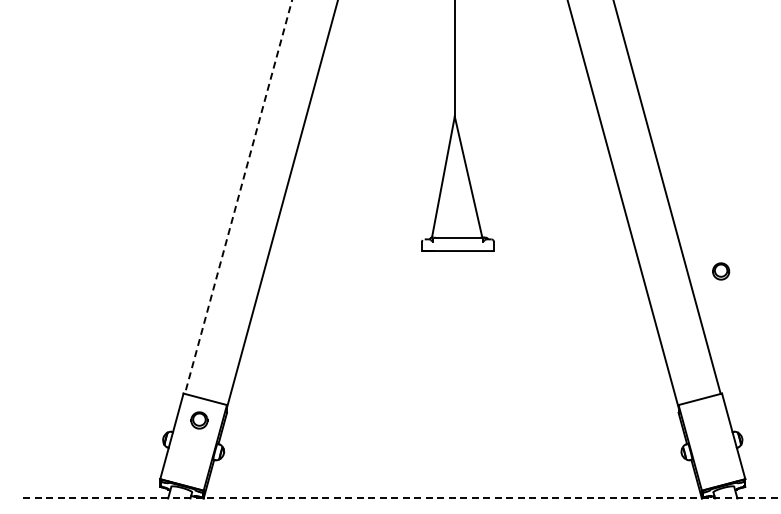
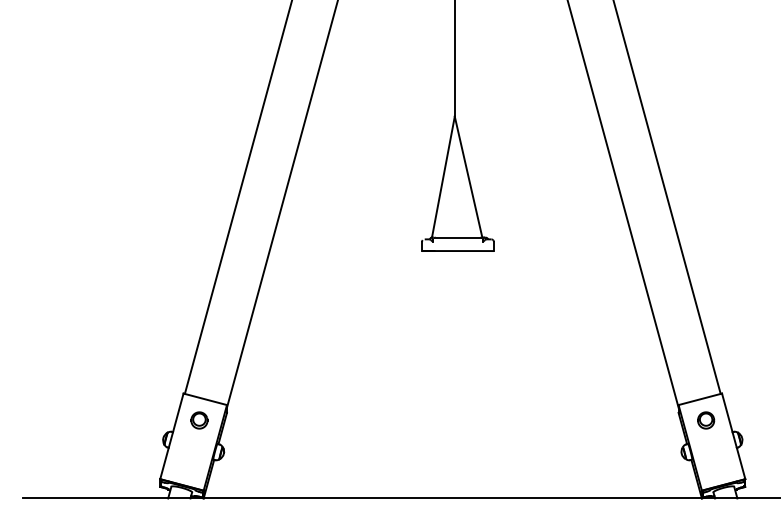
line at (238, 197): dashed -> solid
part at (721, 271) position: (721, 271) -> (706, 420)
line at (402, 498): dashed -> solid
